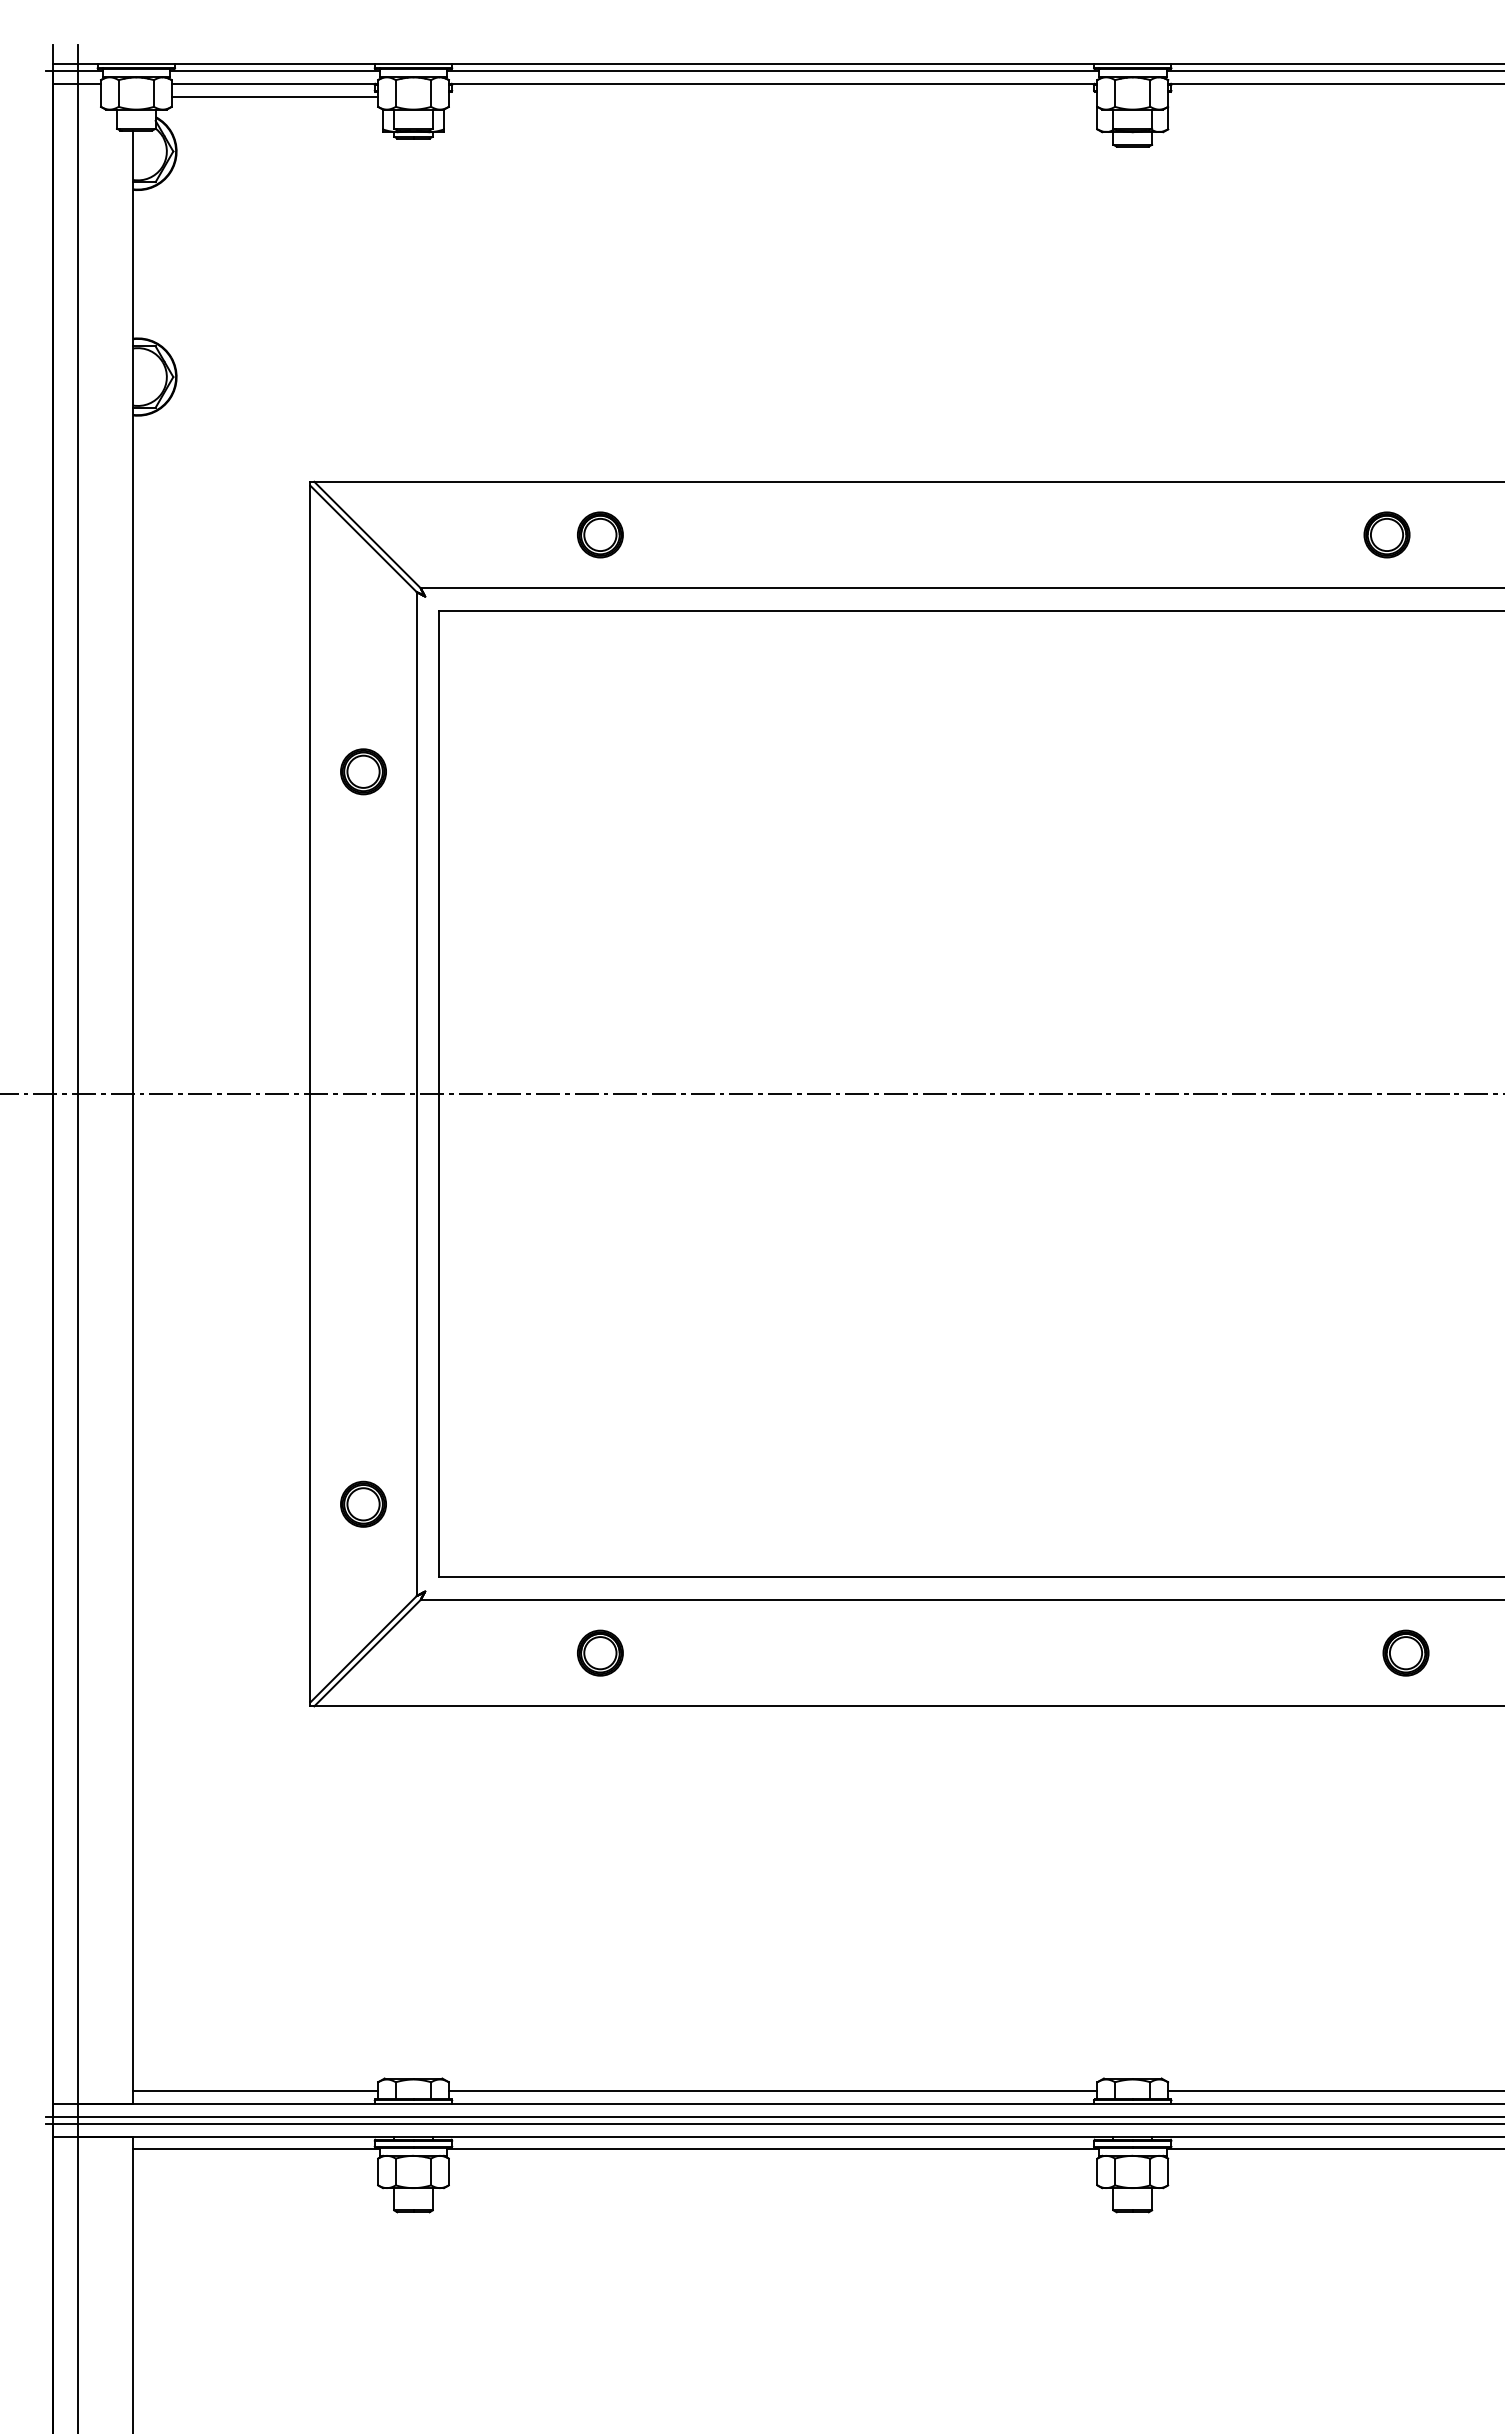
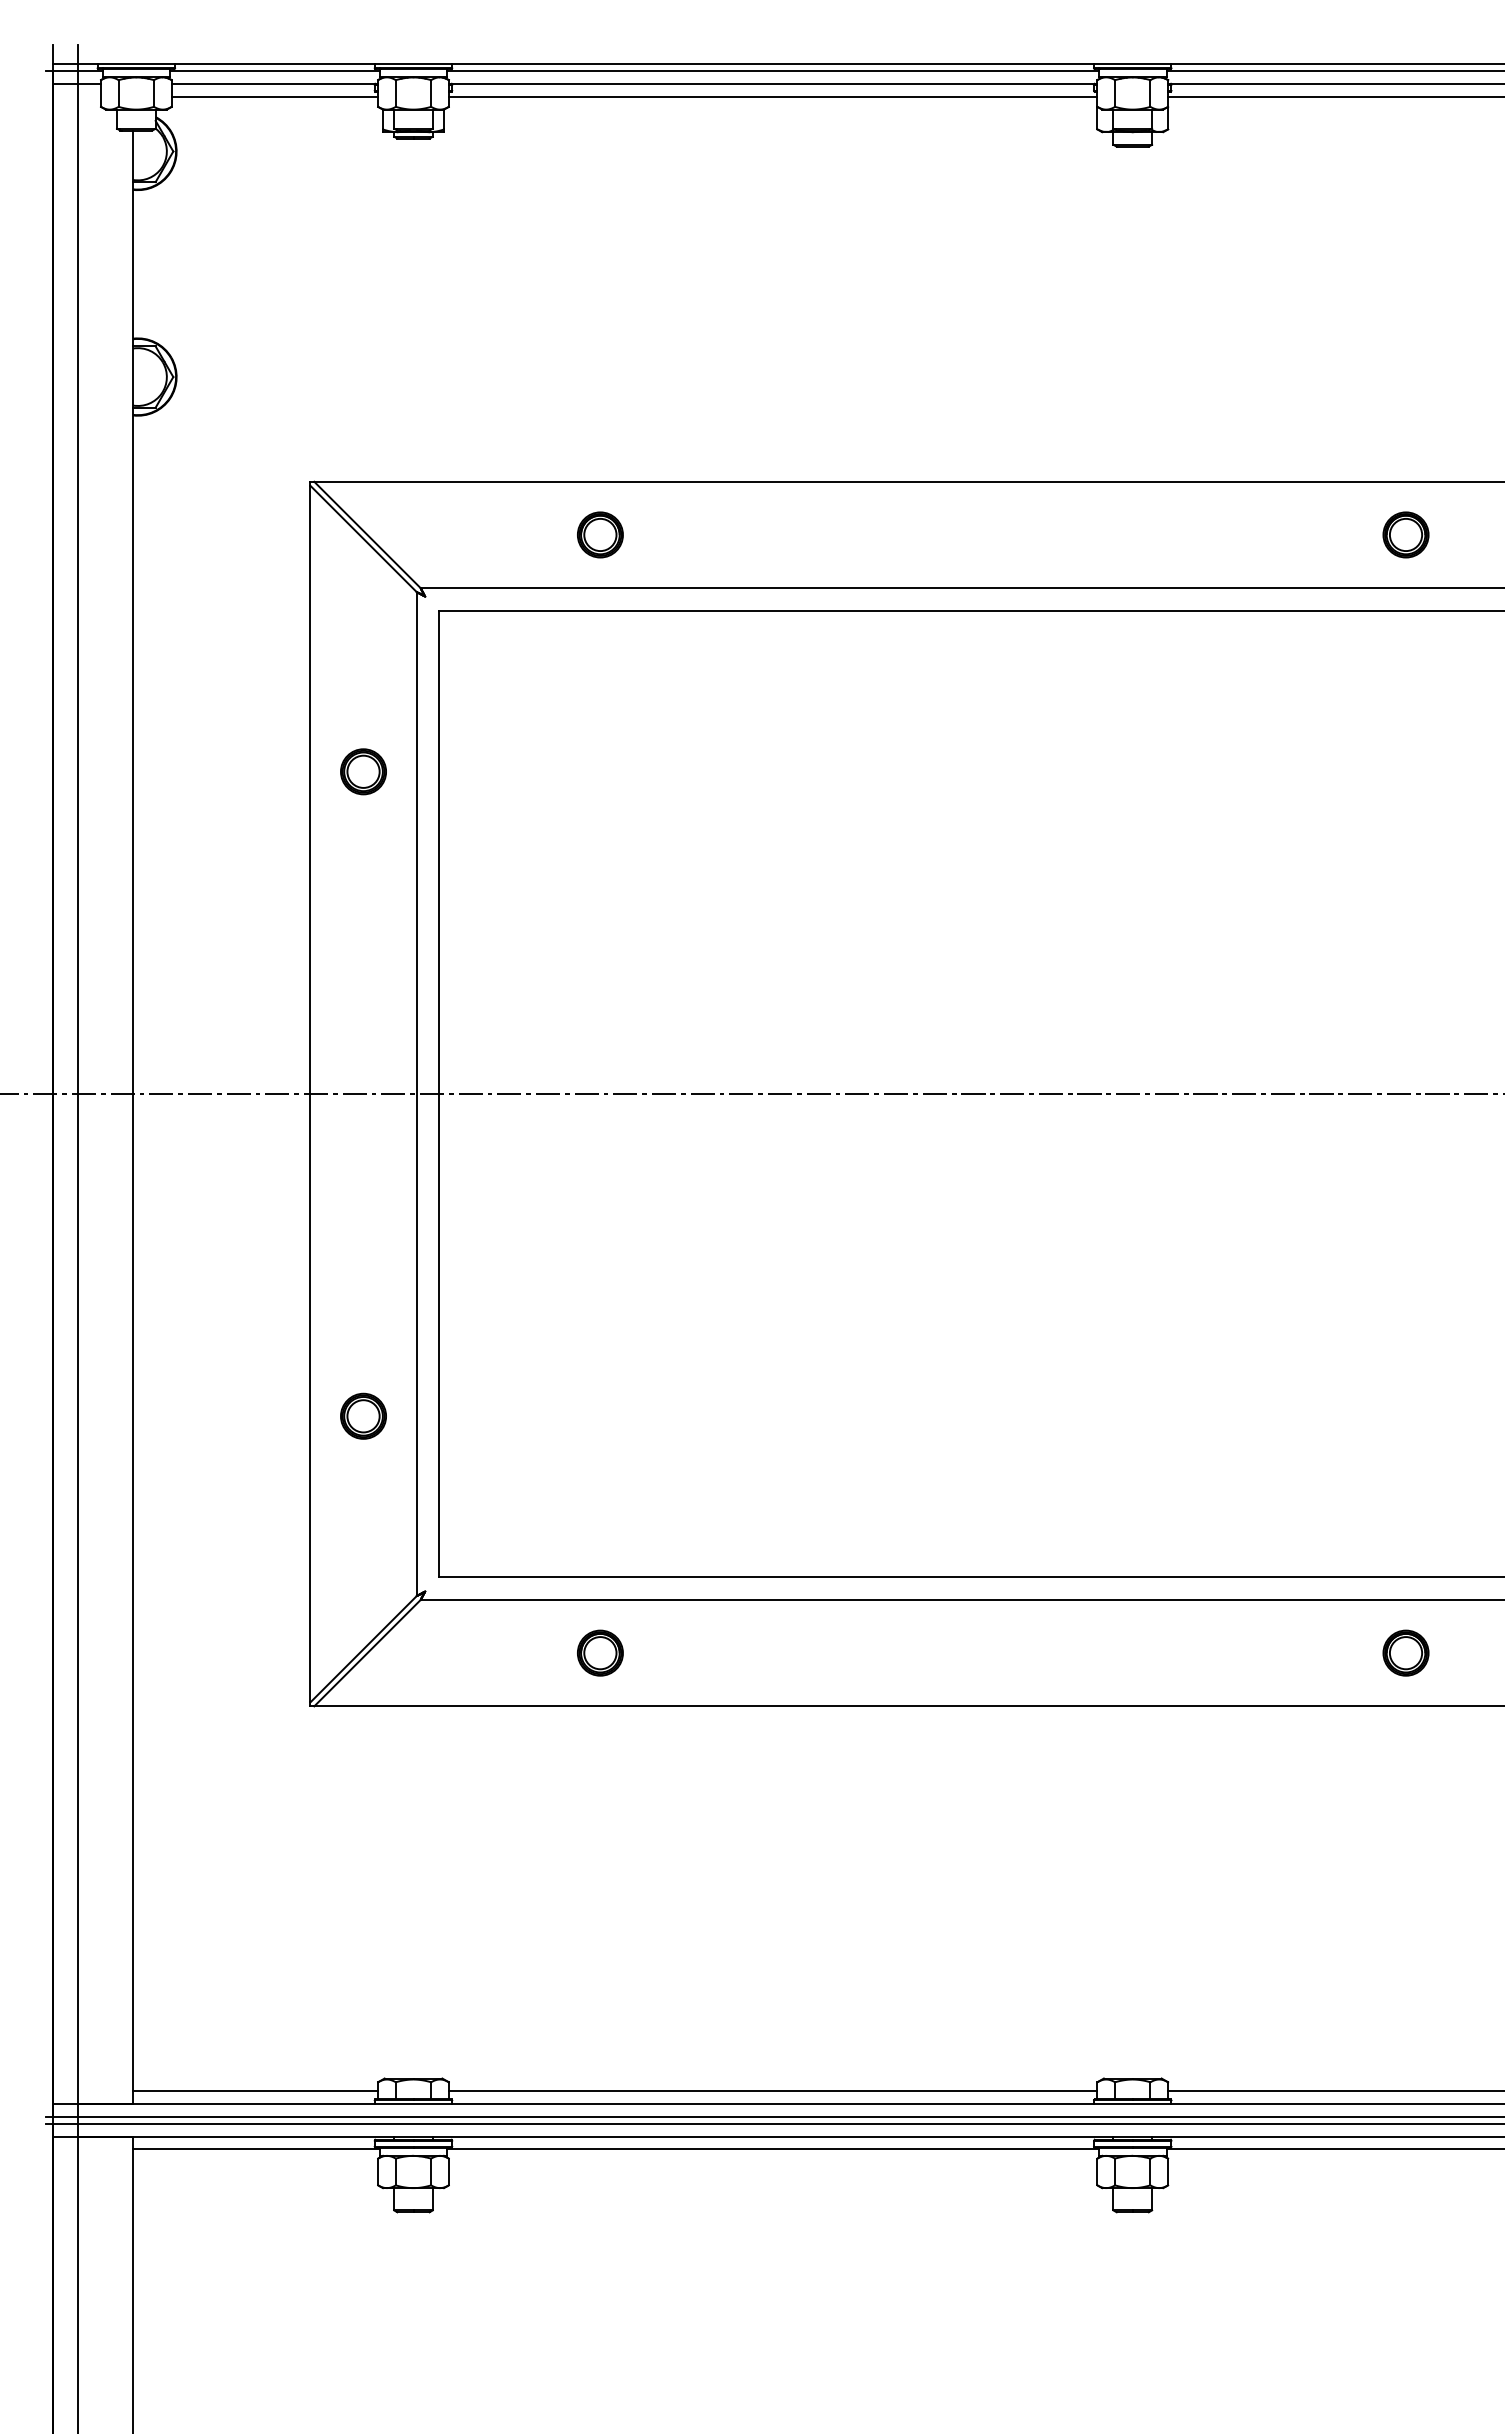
line at (772, 96): none -> present
line at (1334, 96): none -> present
part at (1386, 534) position: (1386, 534) -> (1405, 534)
part at (363, 1503) position: (363, 1503) -> (363, 1415)
